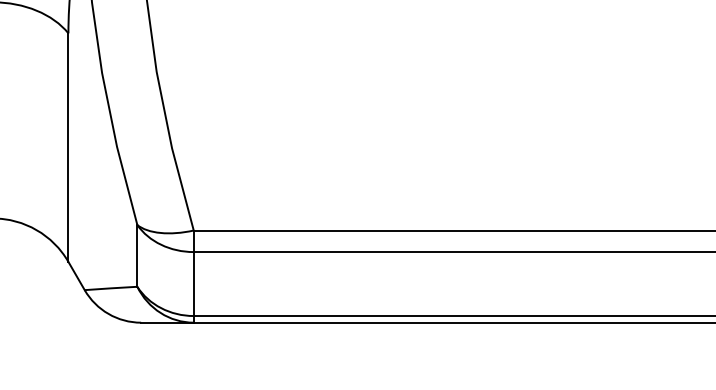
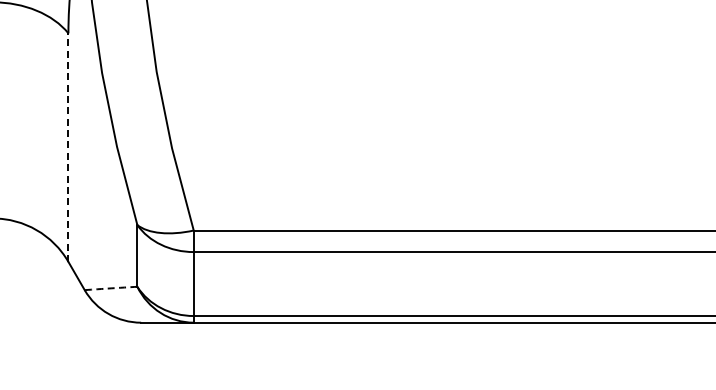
line at (68, 147): solid -> dashed
arc at (111, 288): solid -> dashed
